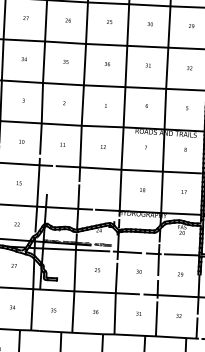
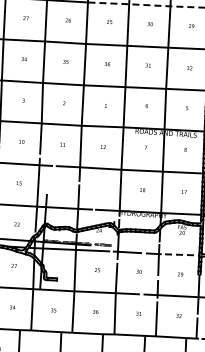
line at (146, 5): solid -> dashed
line at (182, 254): solid -> dashed
